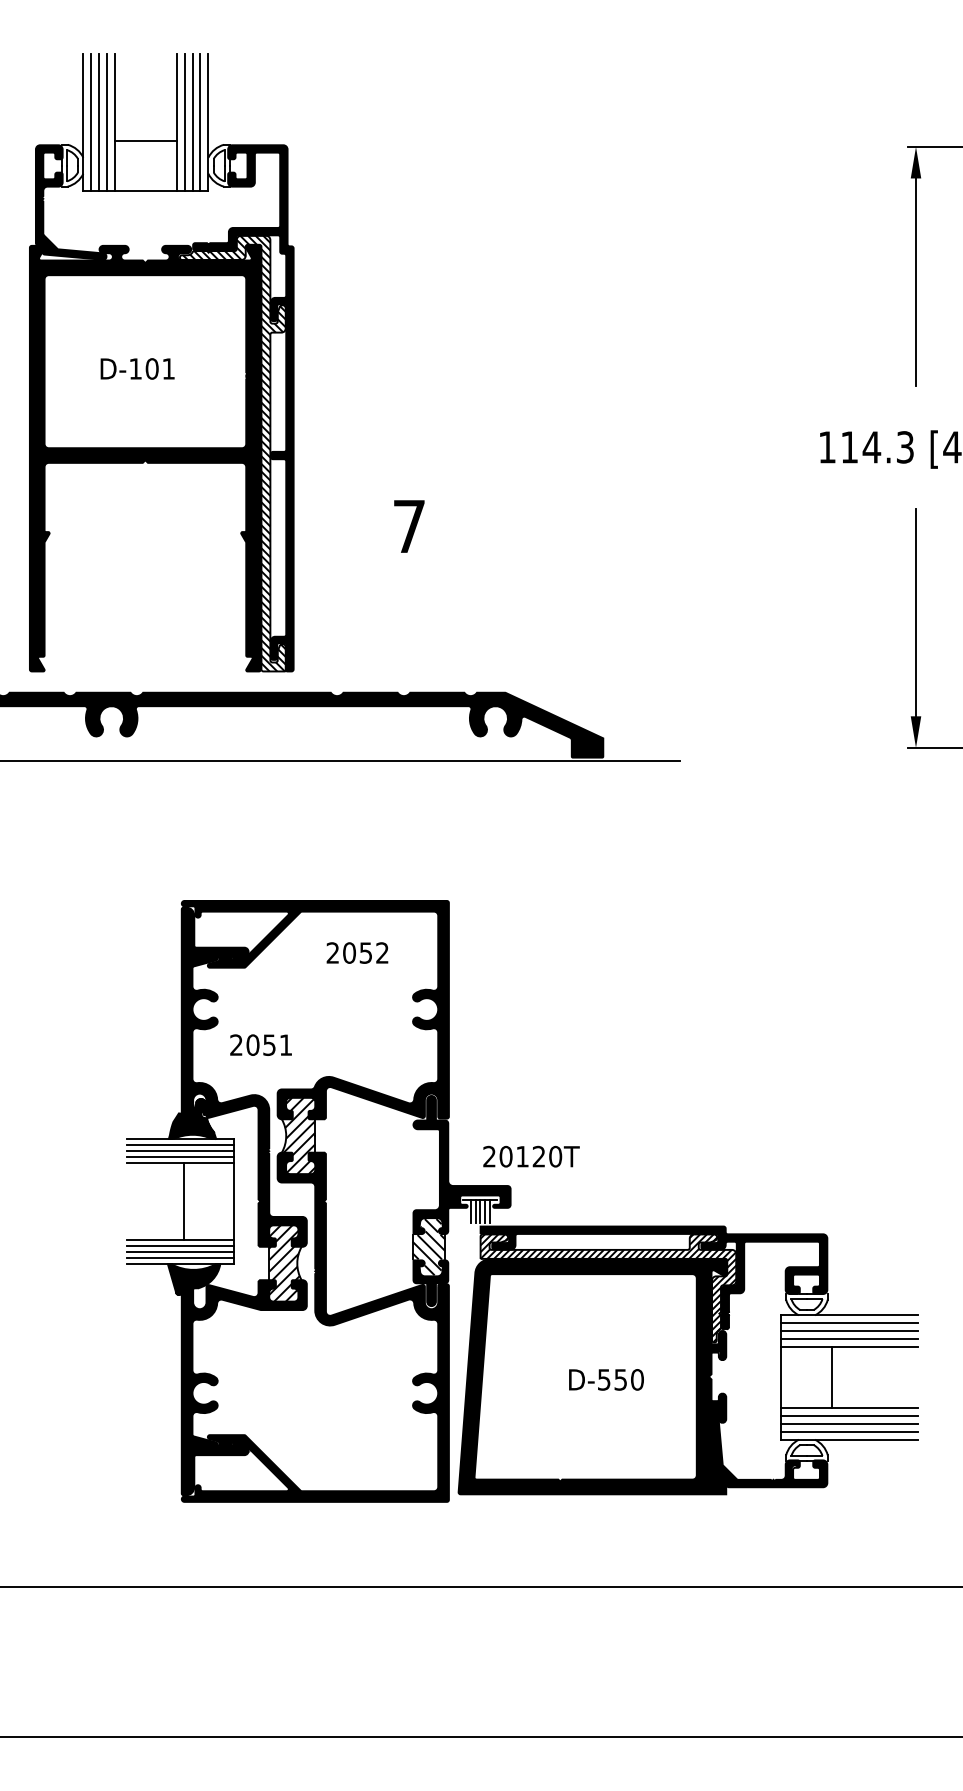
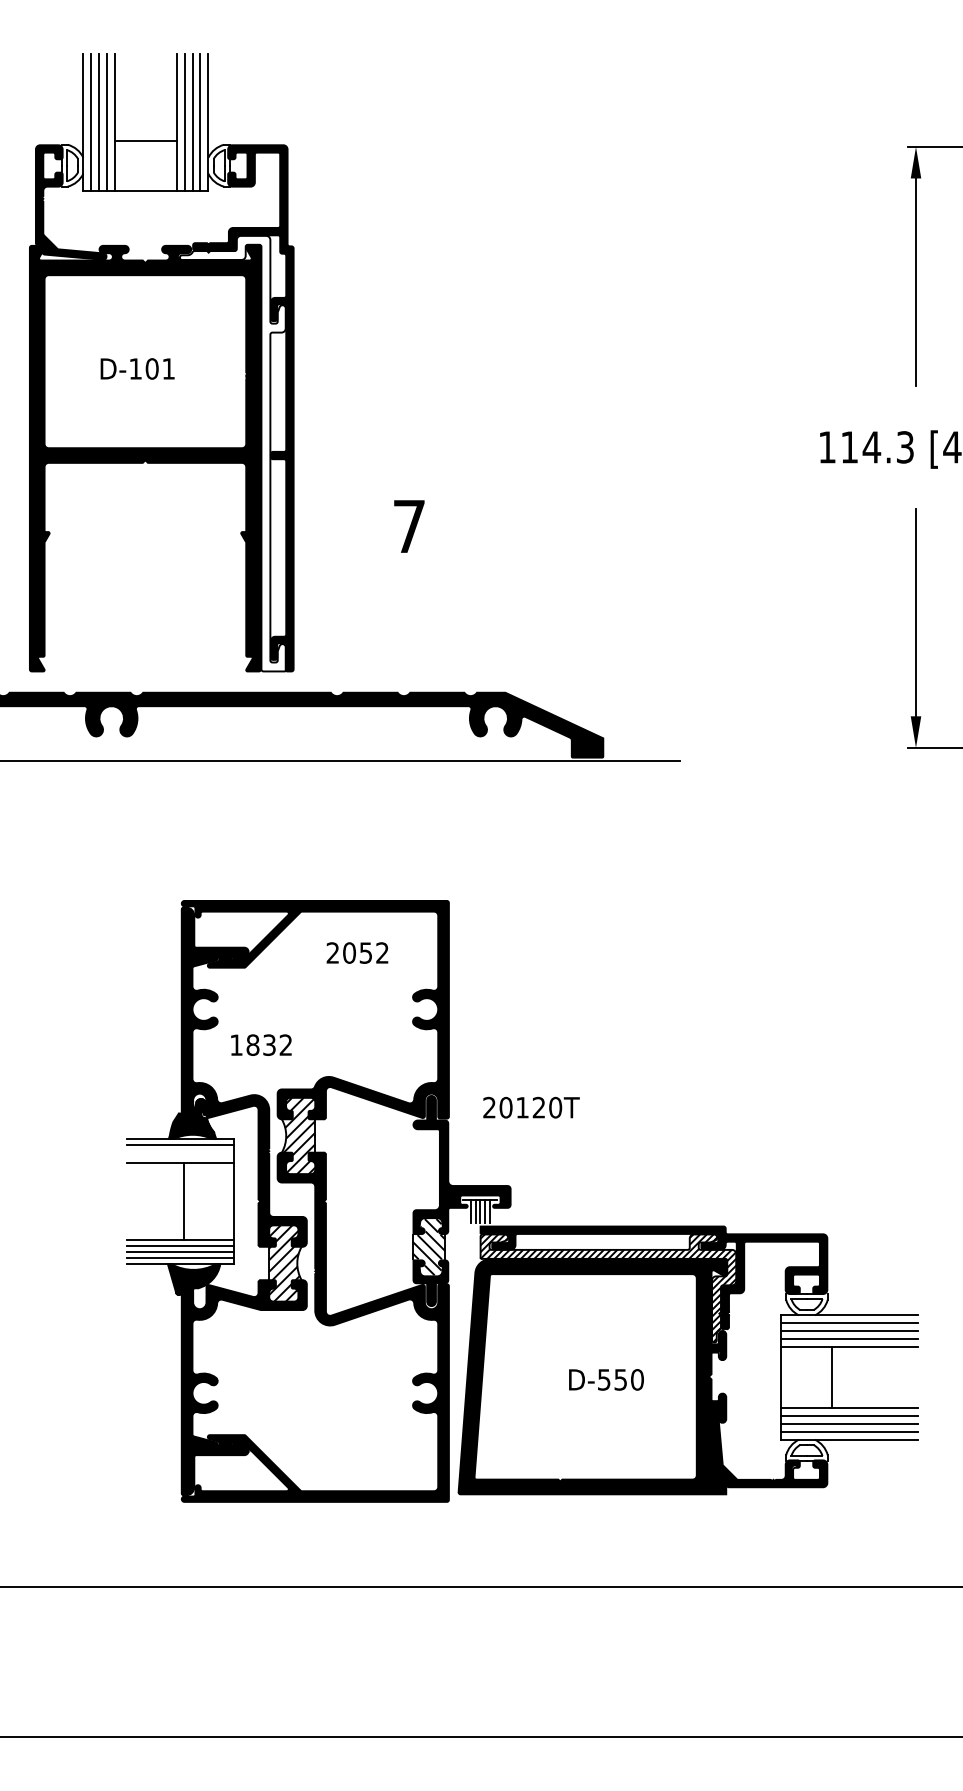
hatch at (234, 453): present -> none
text at (260, 1044): 2051 -> 1832
line at (180, 1151): present -> none
text at (531, 1156) position: (531, 1156) -> (531, 1107)
line at (180, 1157): present -> none
